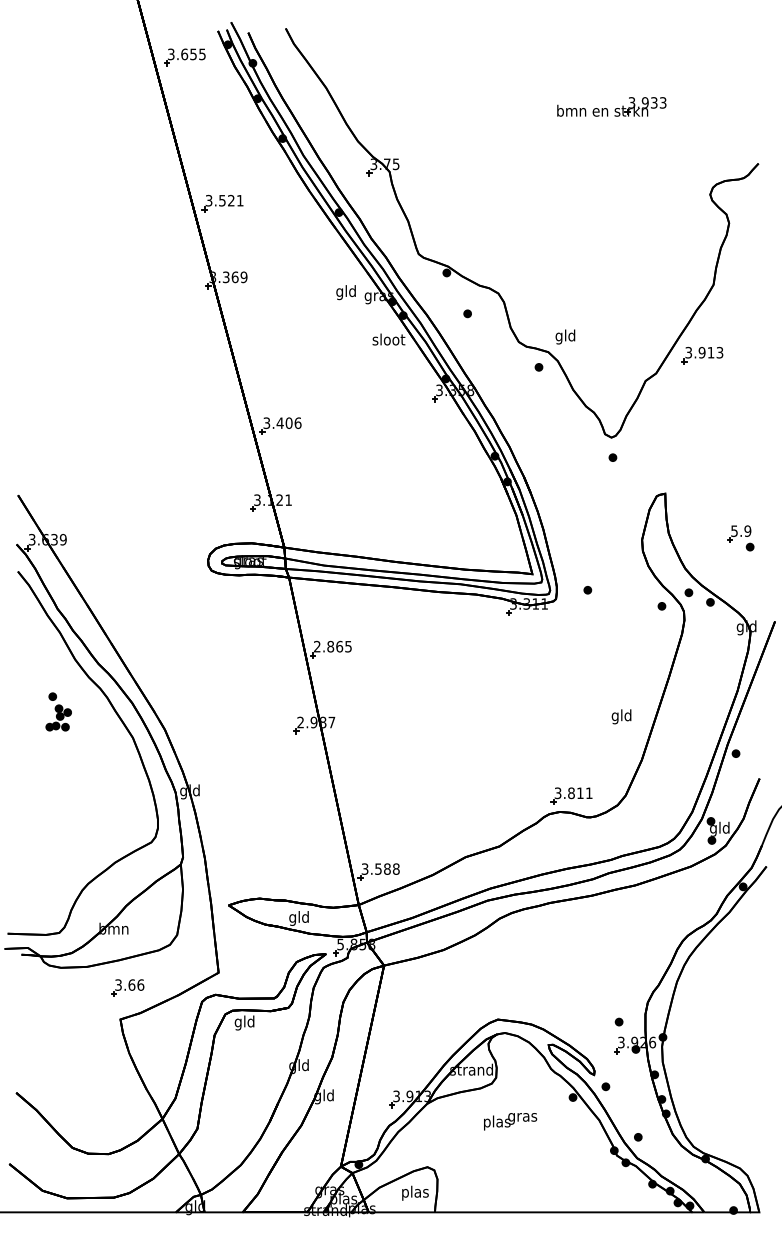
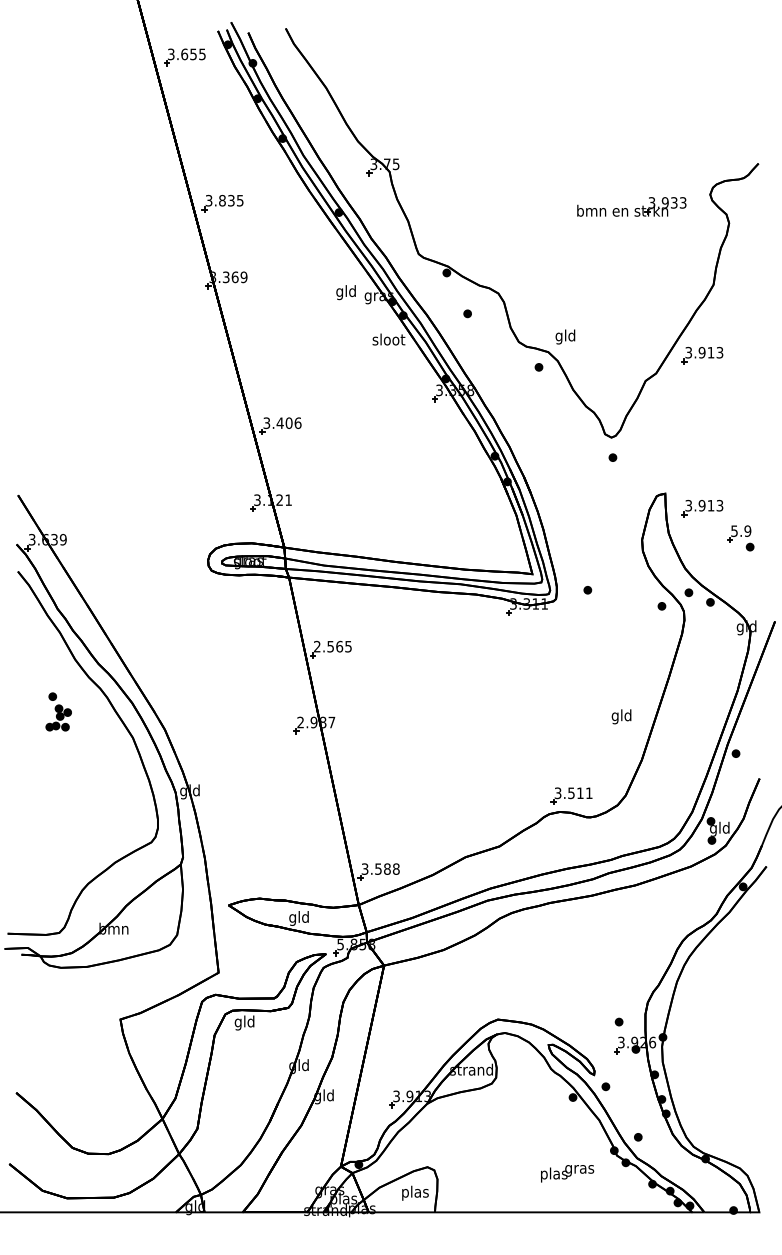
part at (611, 106) position: (611, 106) -> (631, 206)
text at (231, 200): 3.521 -> 3.835
part at (702, 508): none -> present
text at (330, 646): 2.865 -> 2.565
text at (571, 793): 3.811 -> 3.511
part at (127, 987): present -> none
text at (510, 1121) position: (510, 1121) -> (567, 1173)
